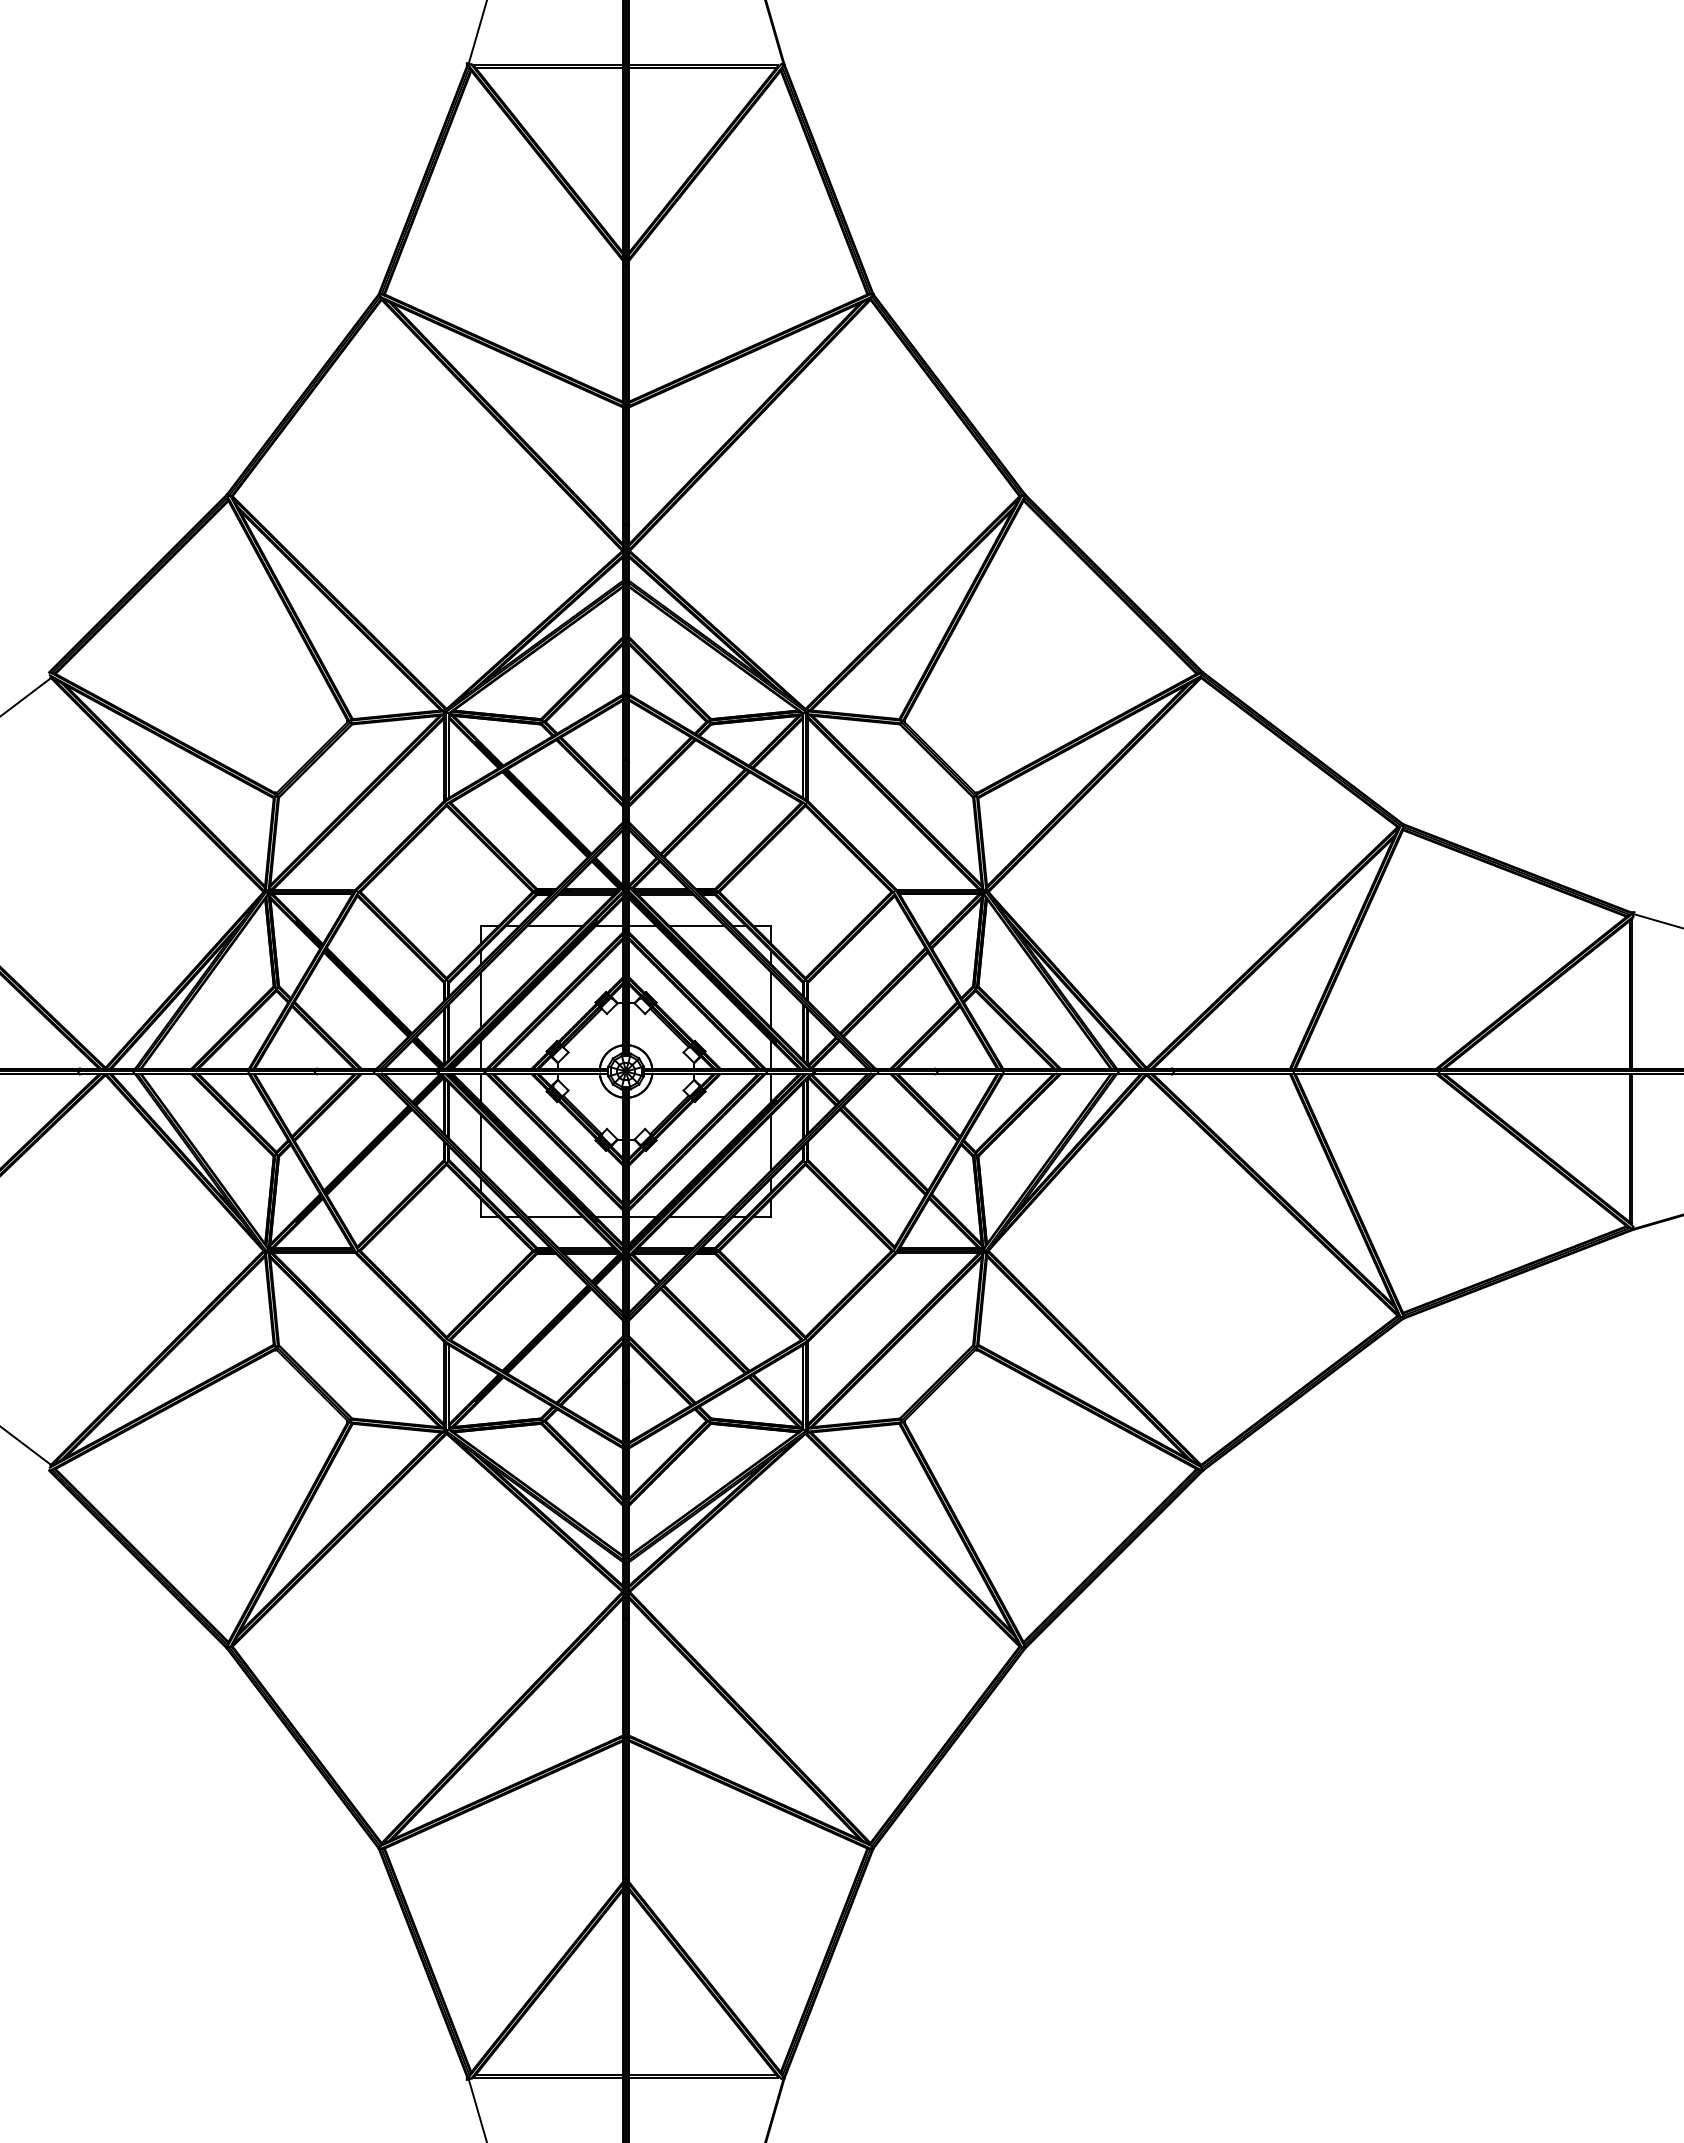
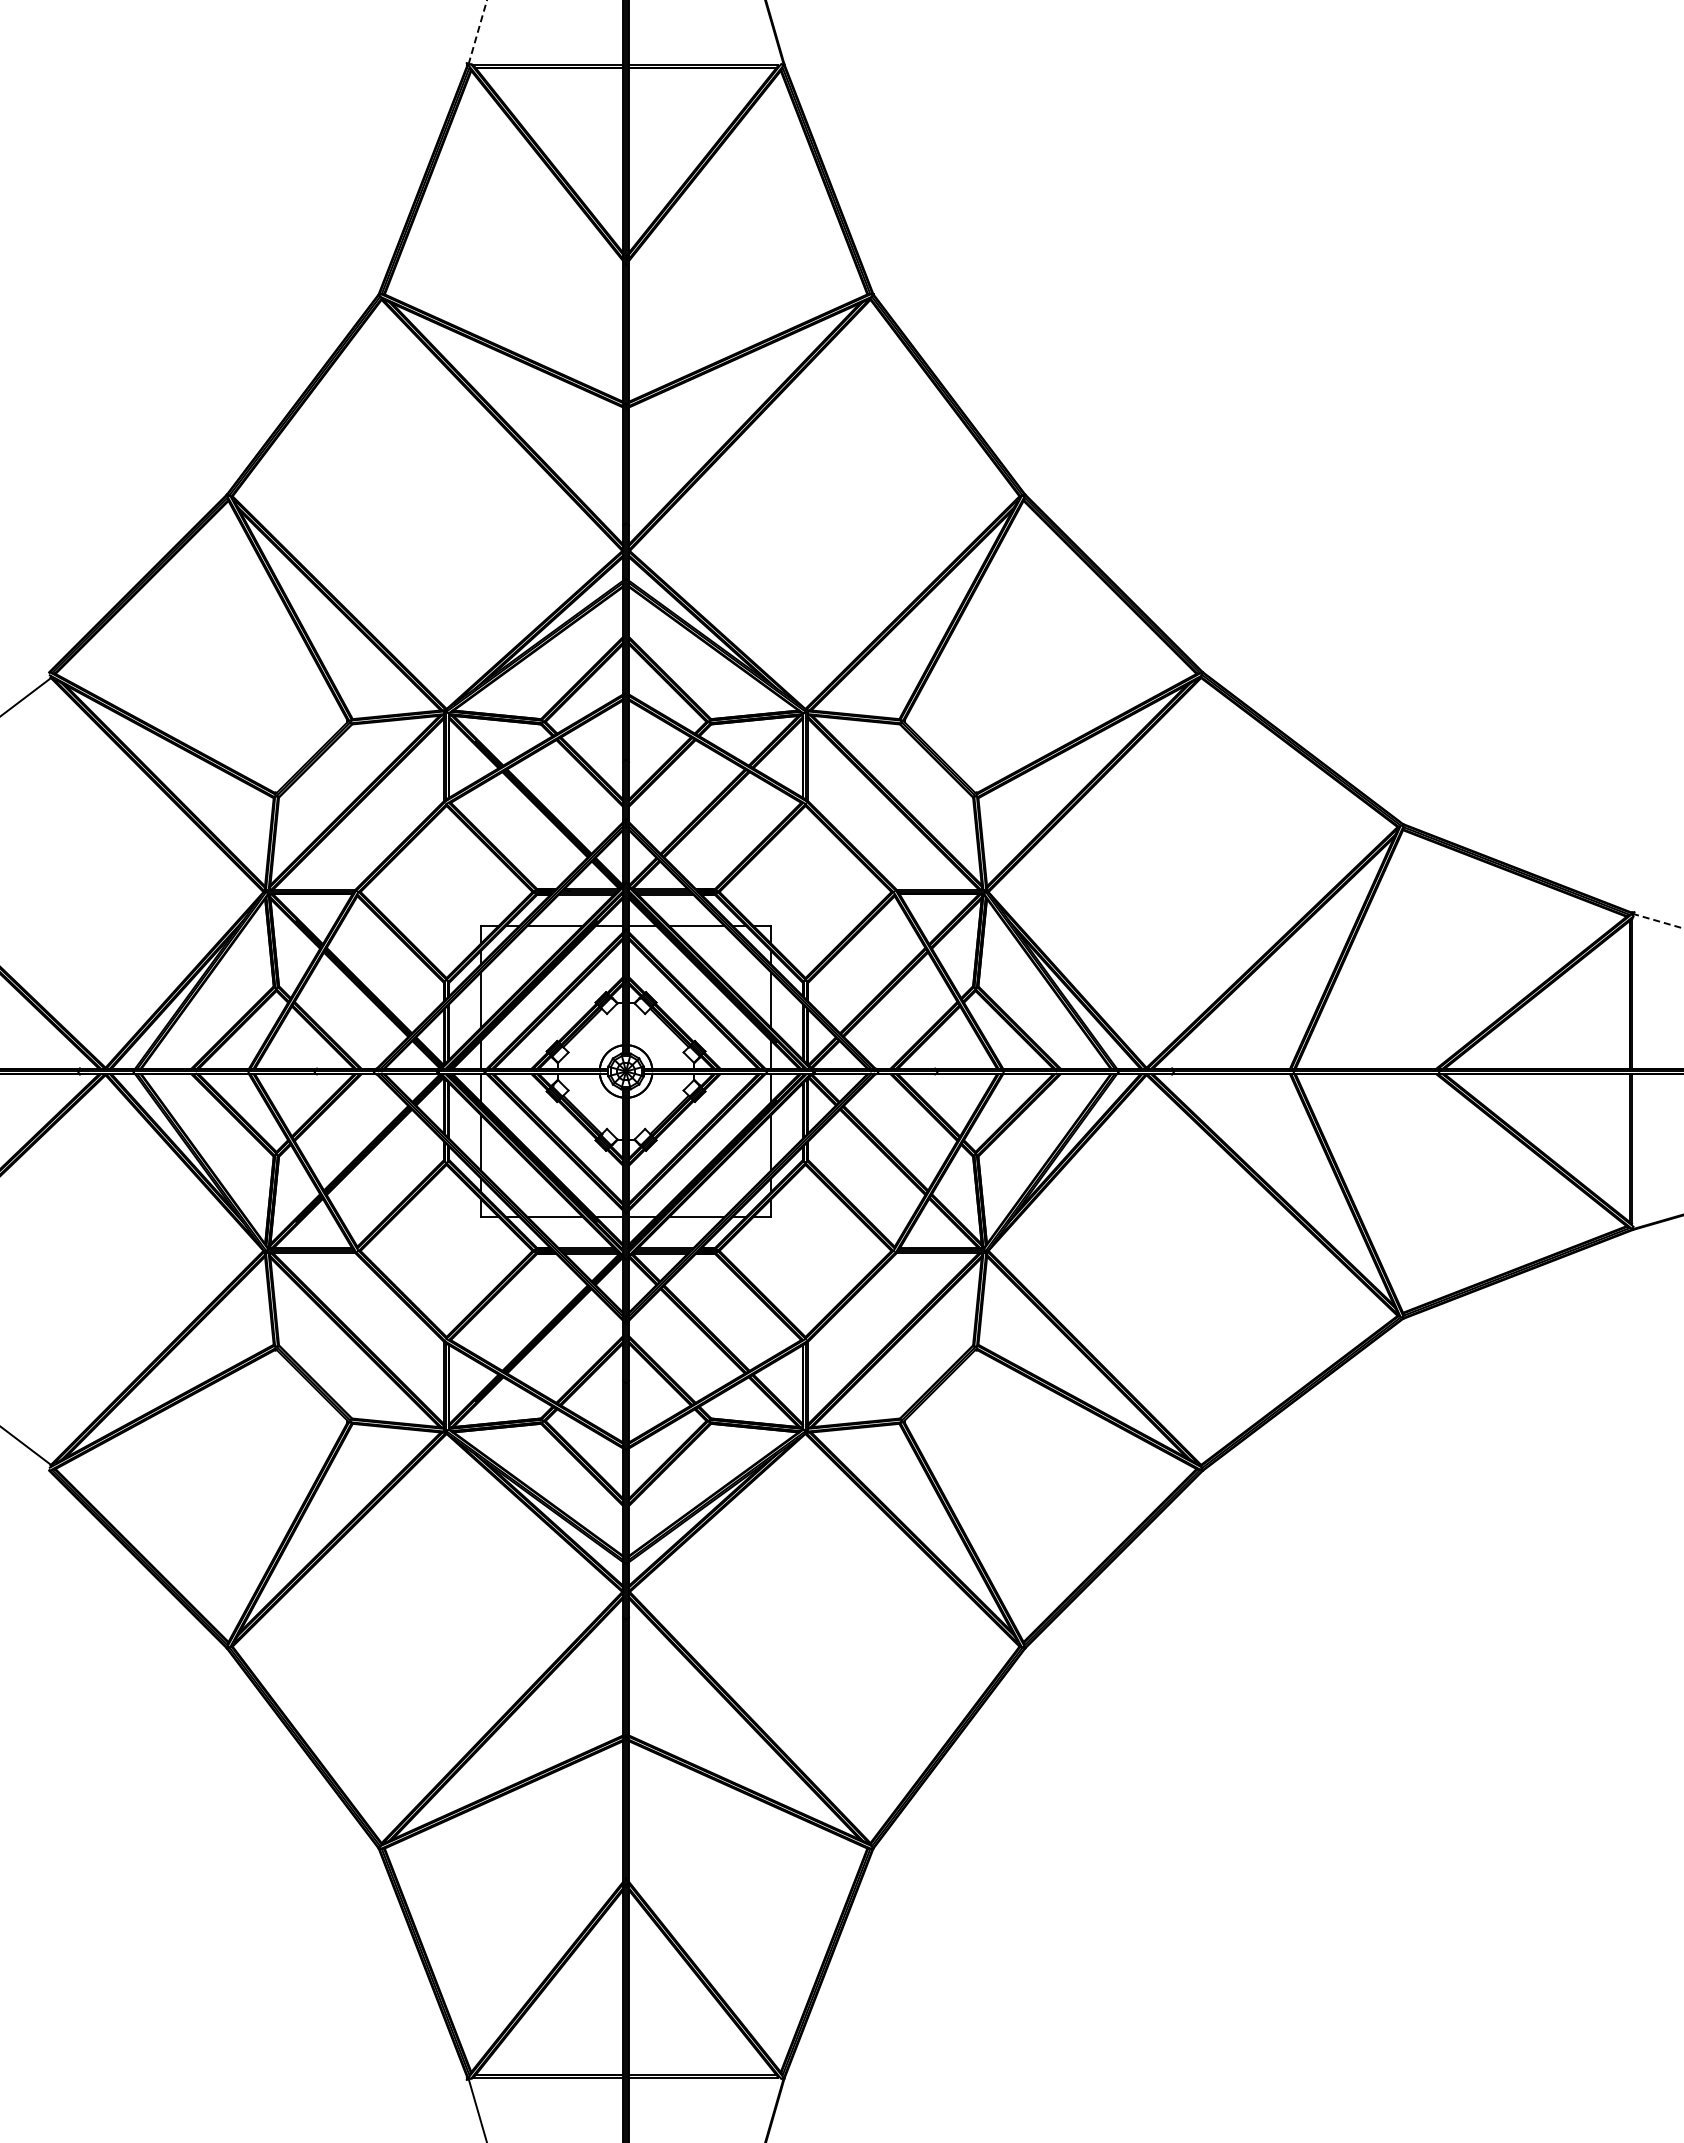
line at (477, 31): solid -> dashed
line at (1658, 921): solid -> dashed
